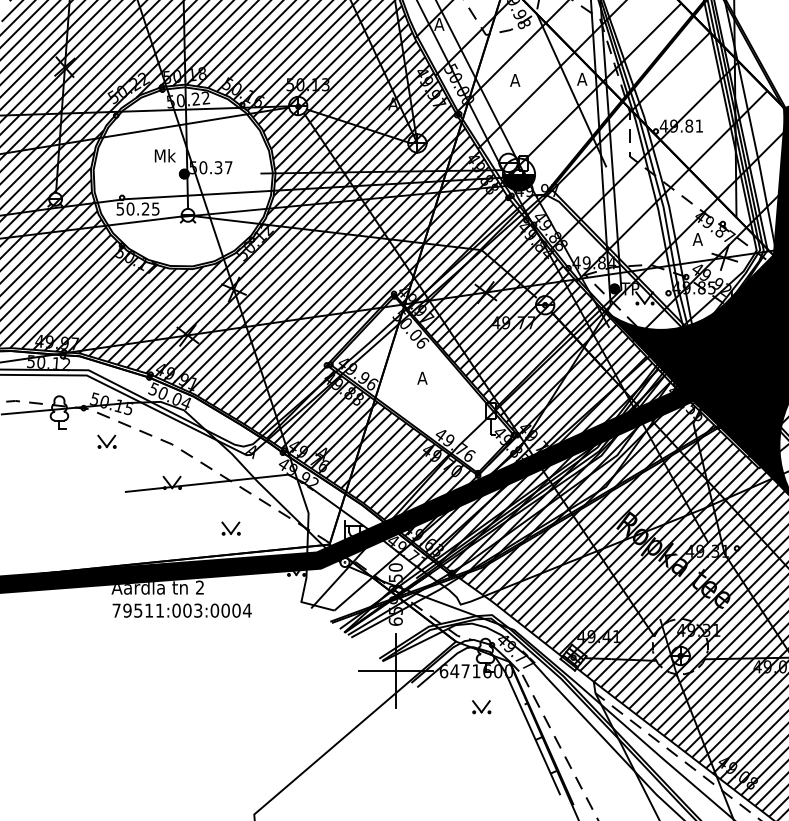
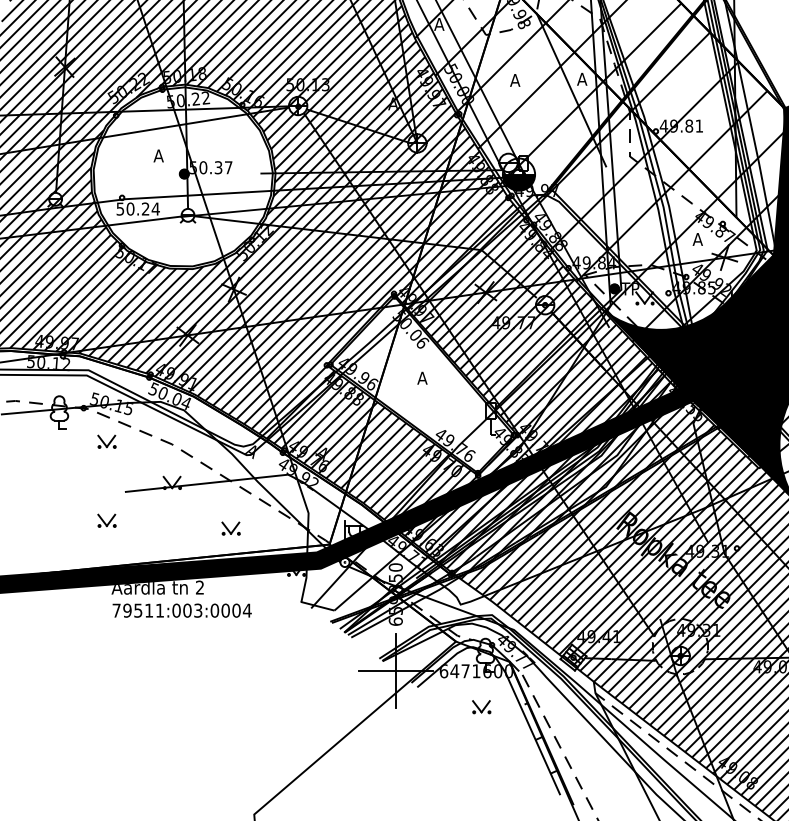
text at (164, 155): Mk -> A
text at (155, 208): 50.25 -> 50.24
part at (106, 520): none -> present
